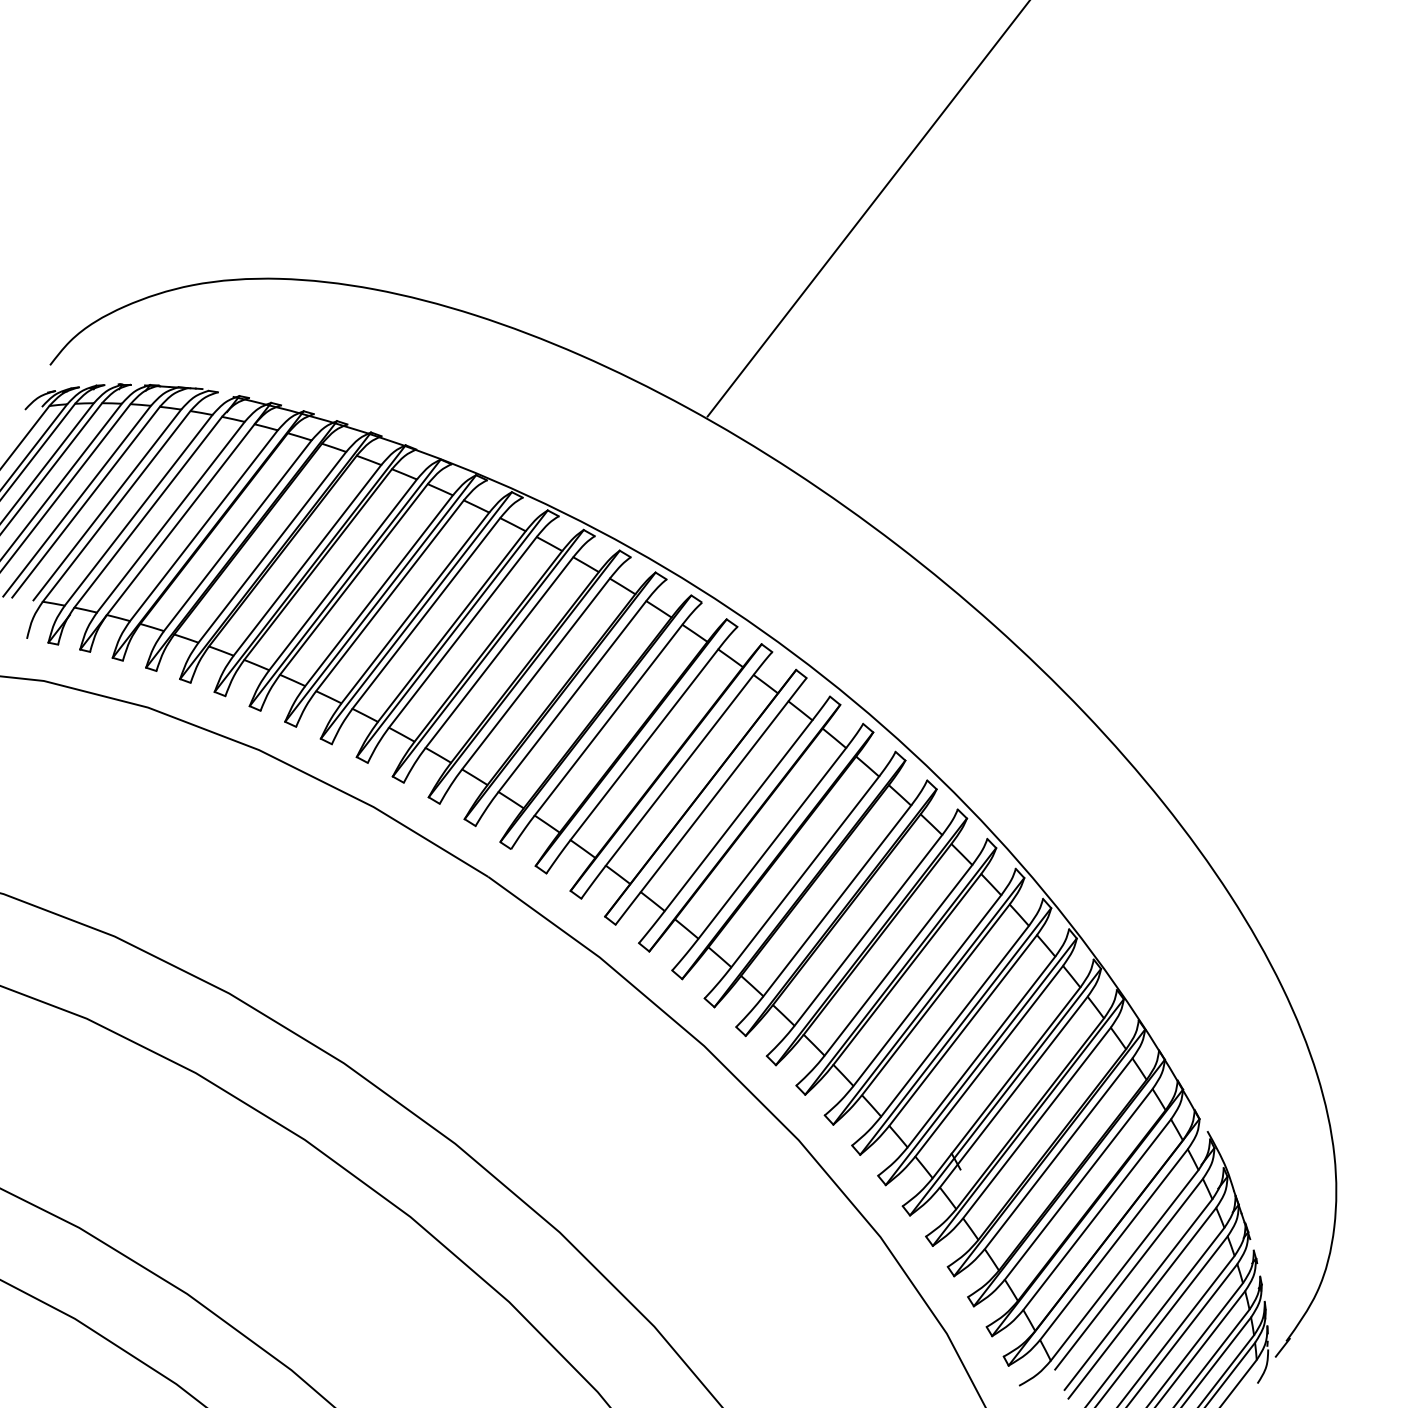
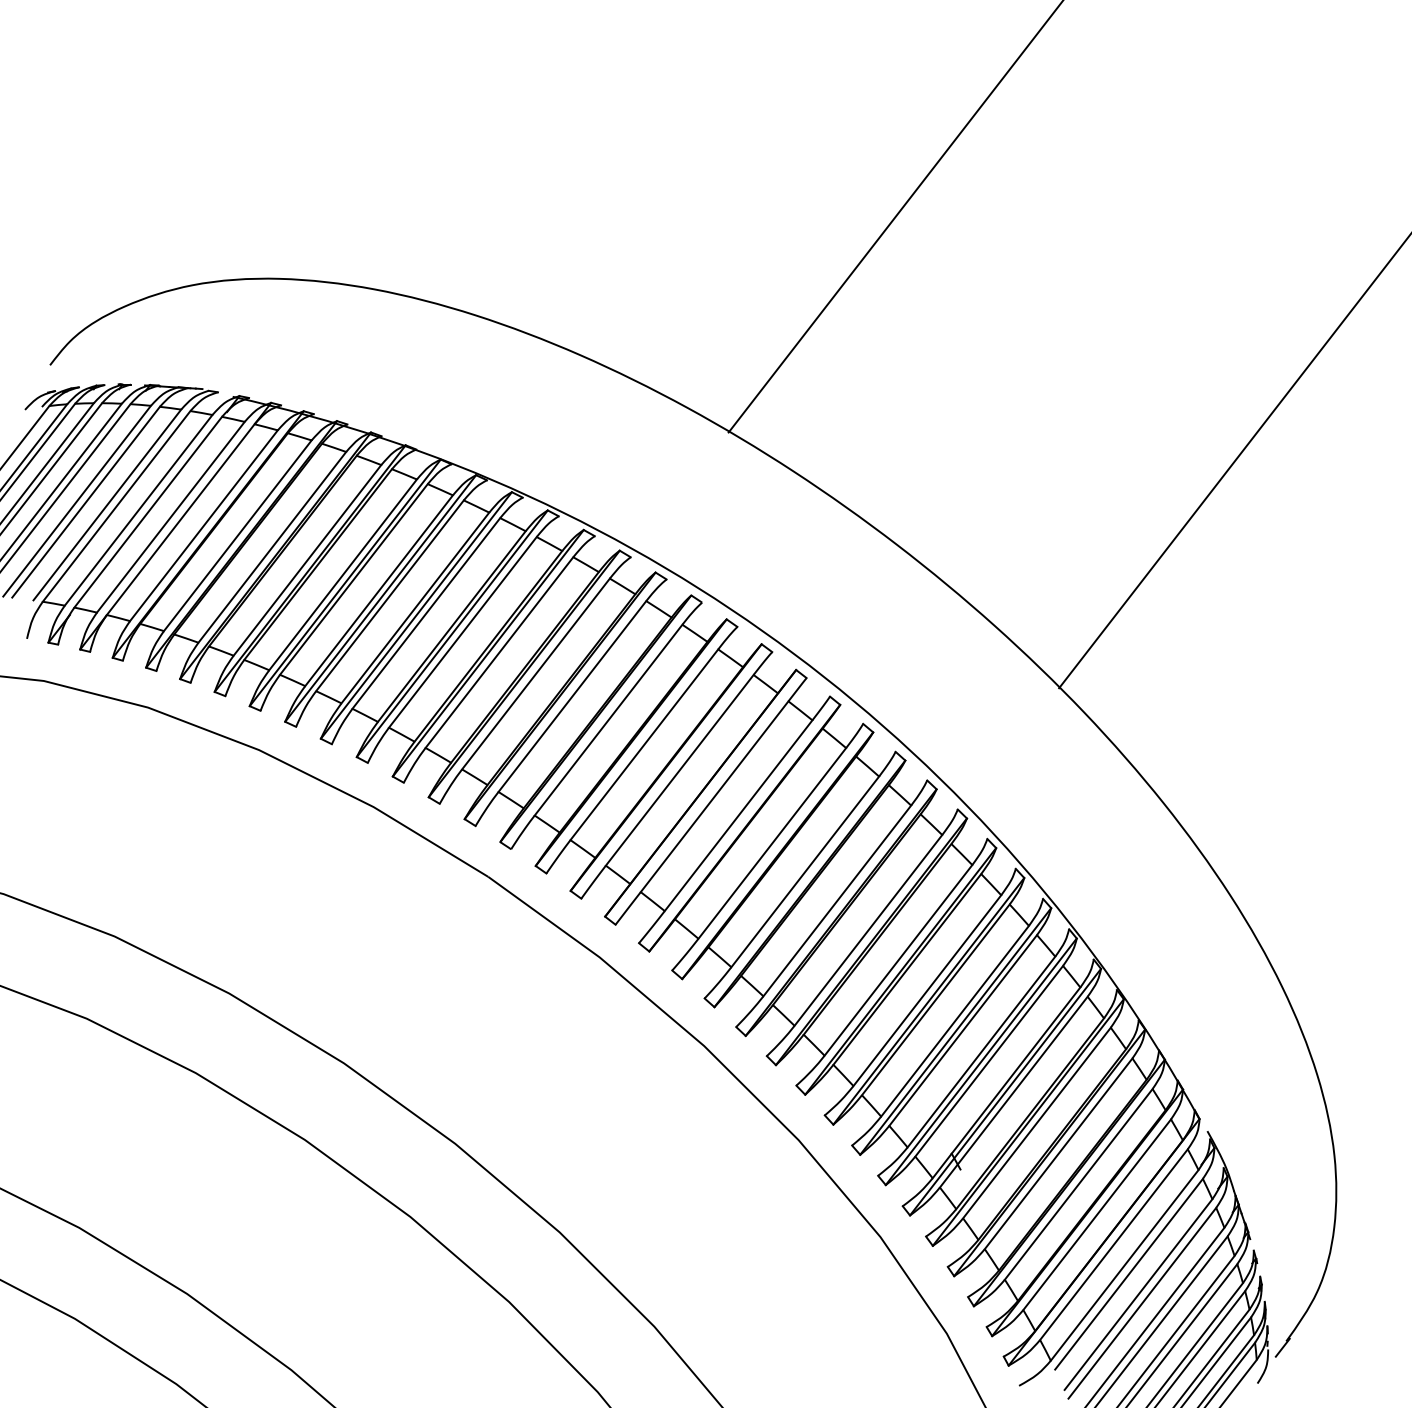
line at (867, 209) position: (867, 209) -> (894, 217)
line at (1233, 462): none -> present
